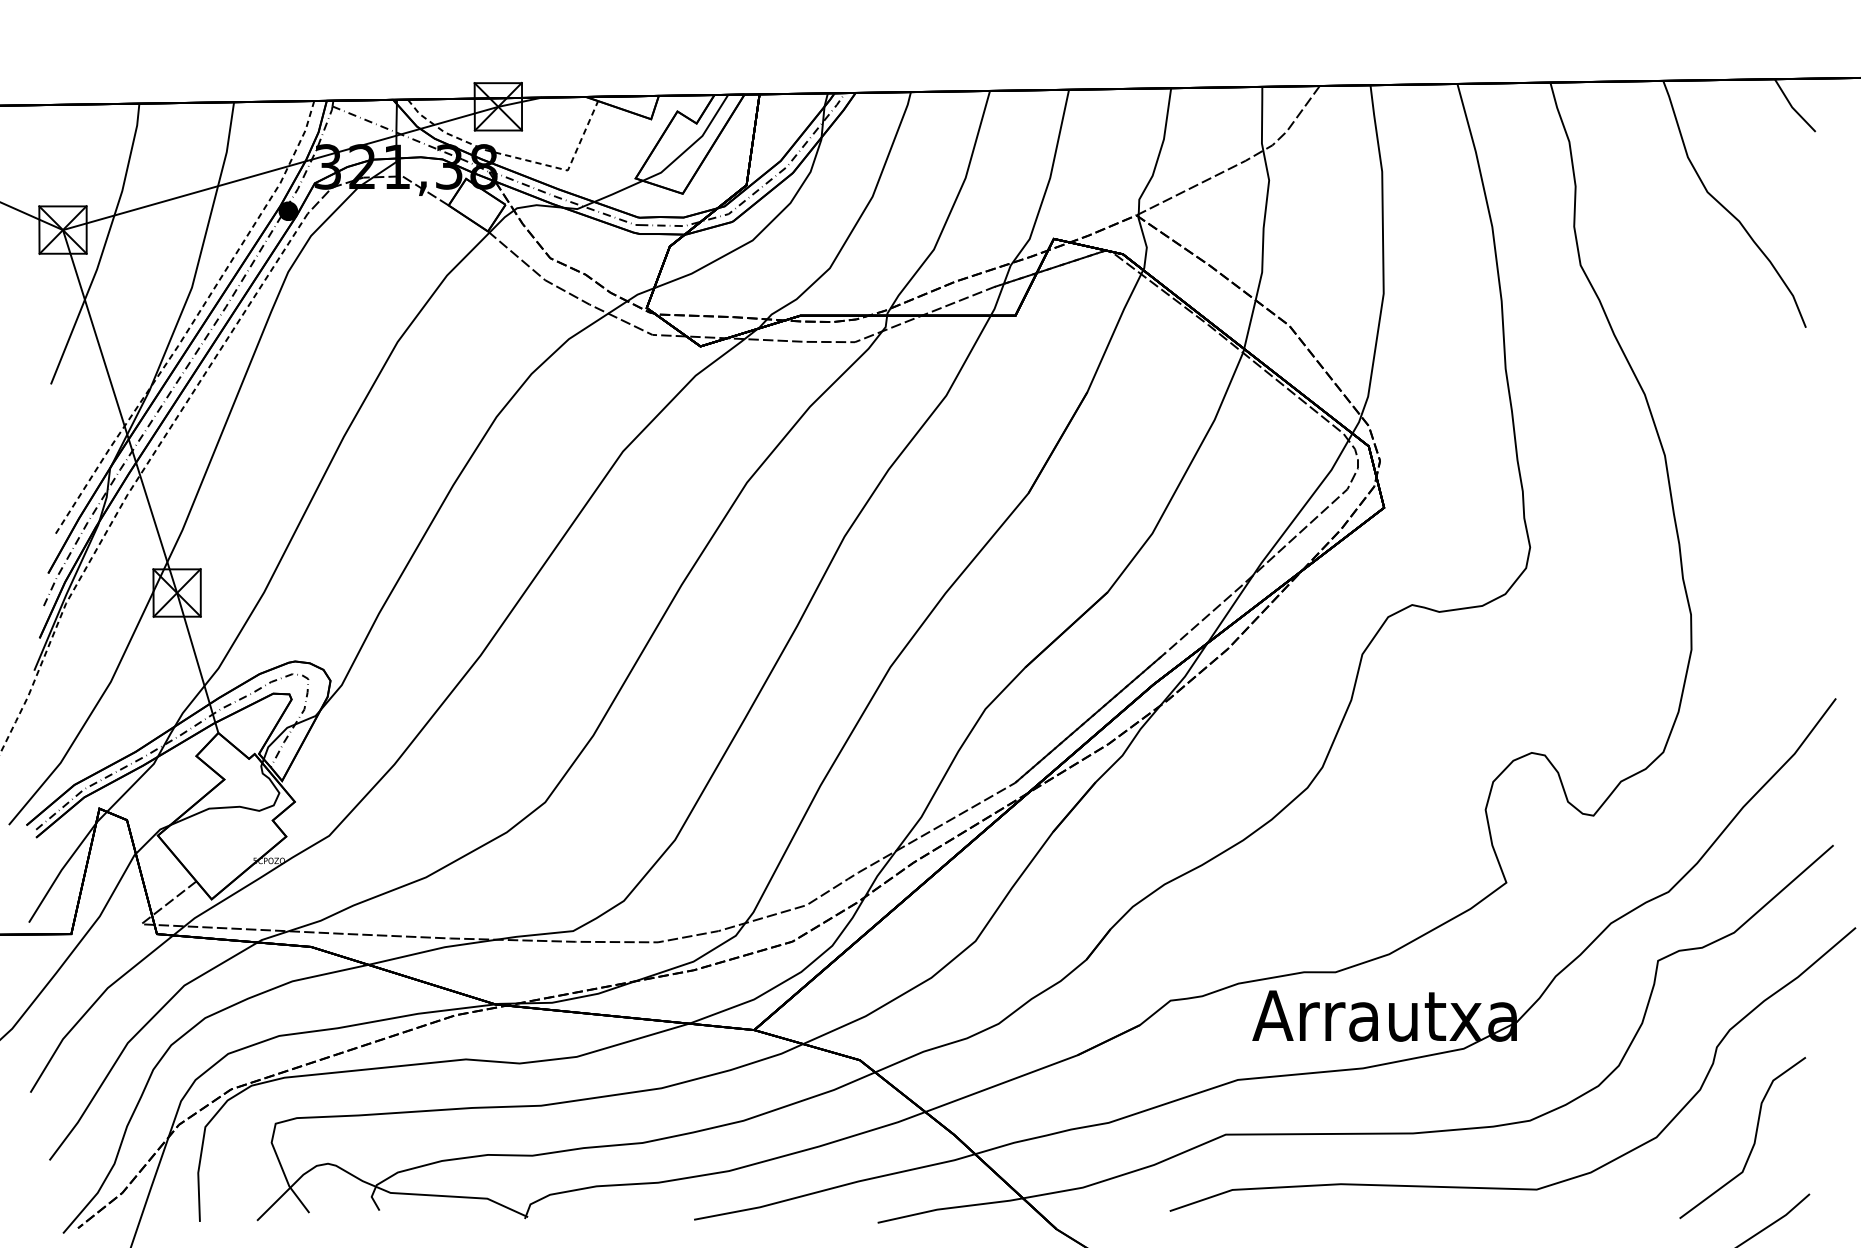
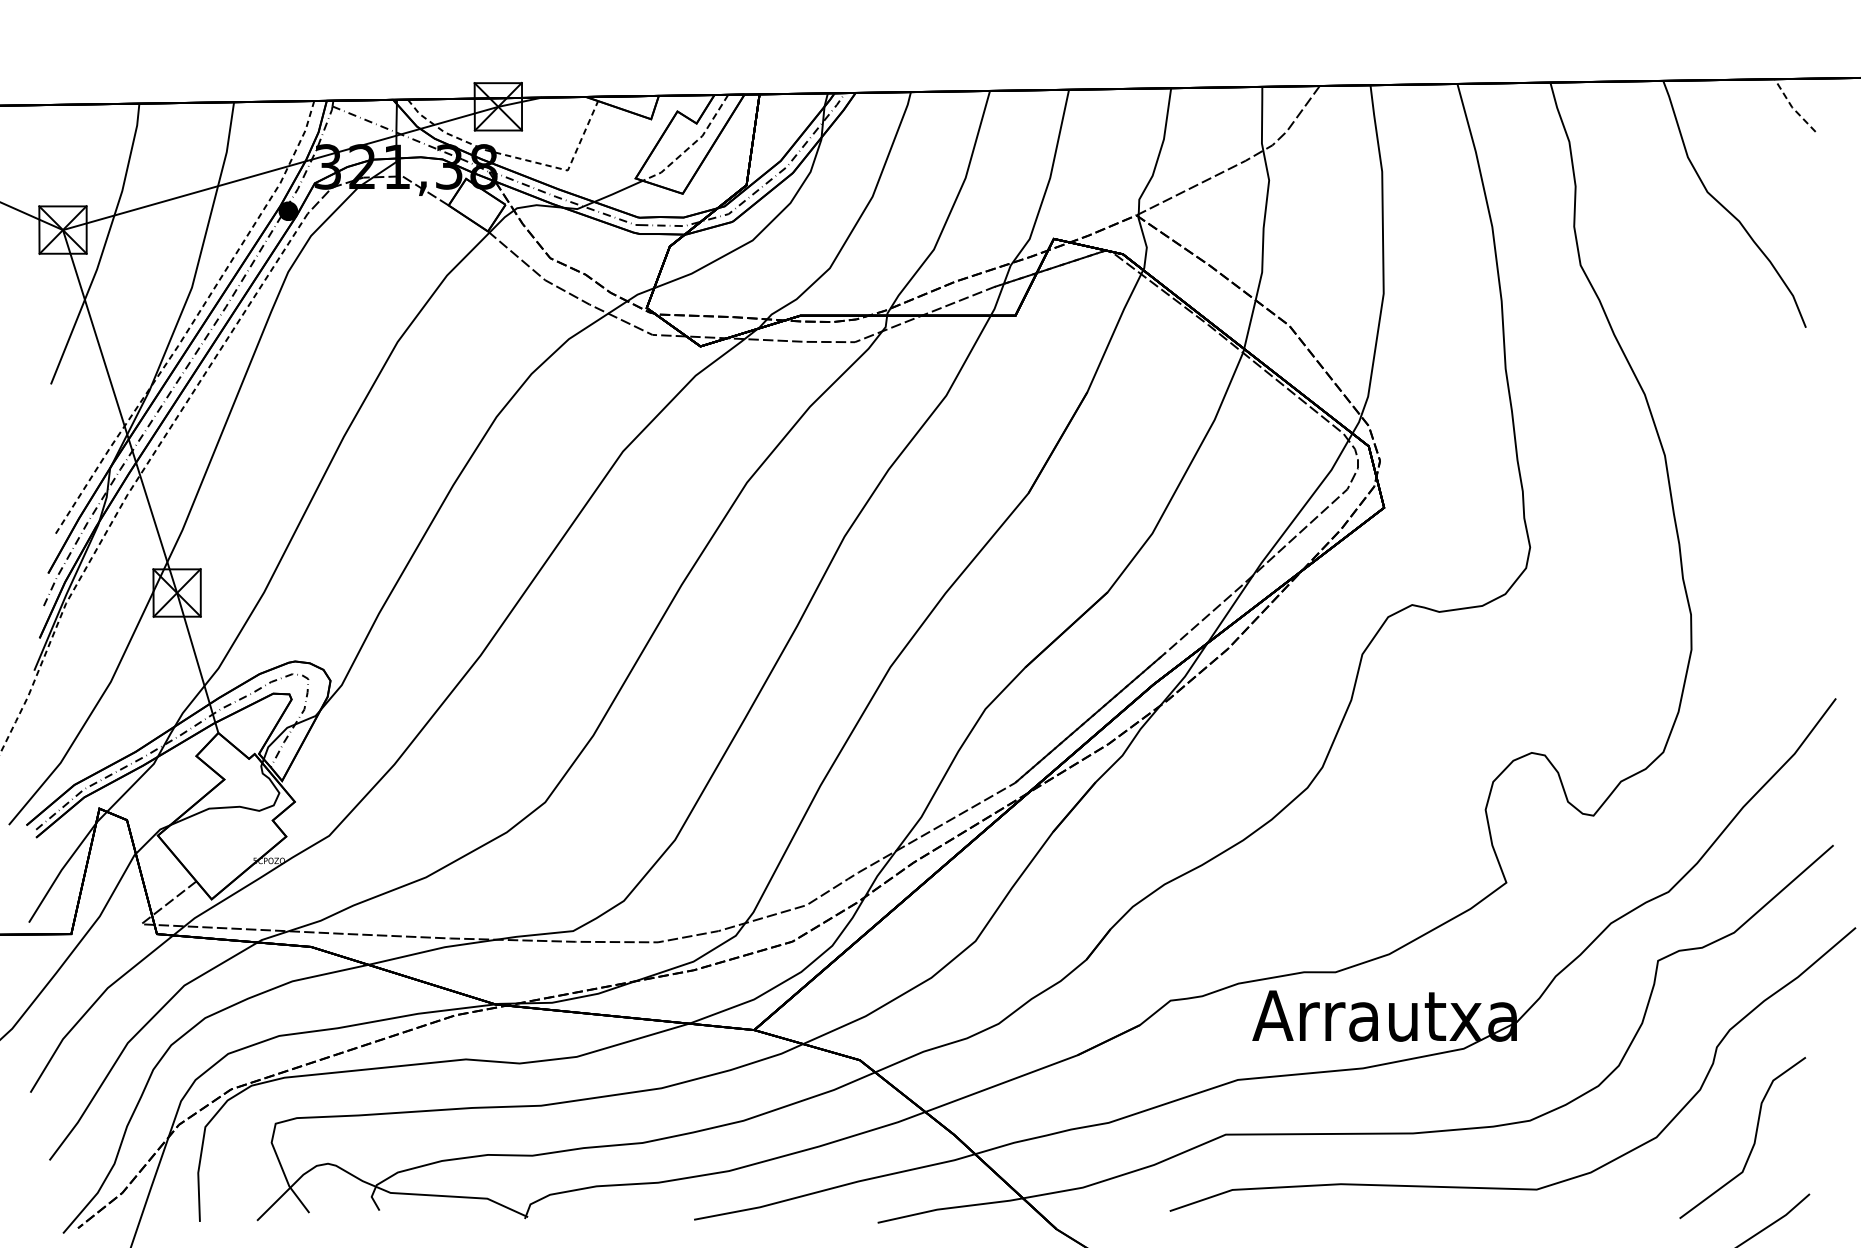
line at (1792, 107): solid -> dashed
line at (692, 145): solid -> dashed
